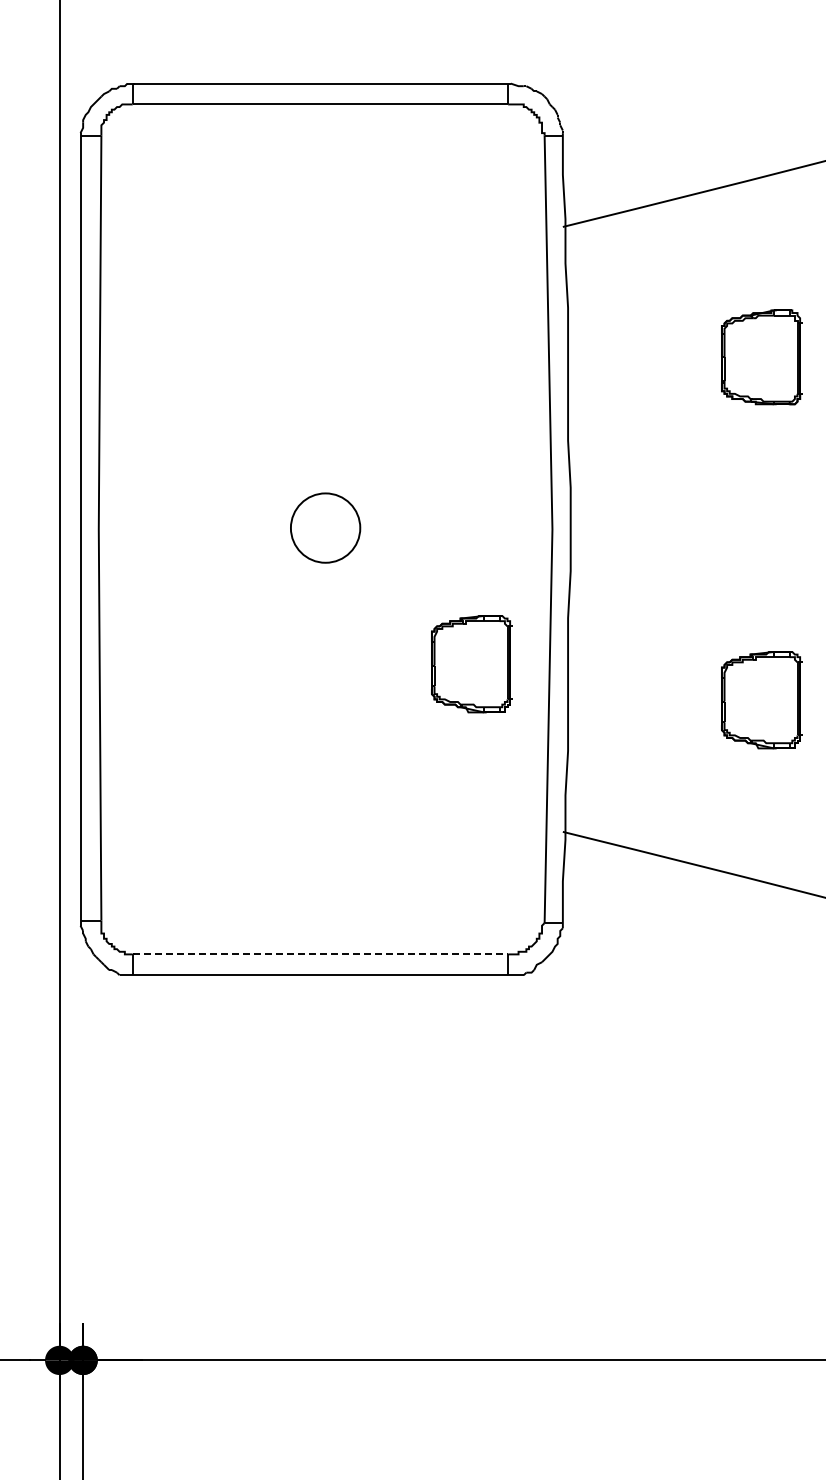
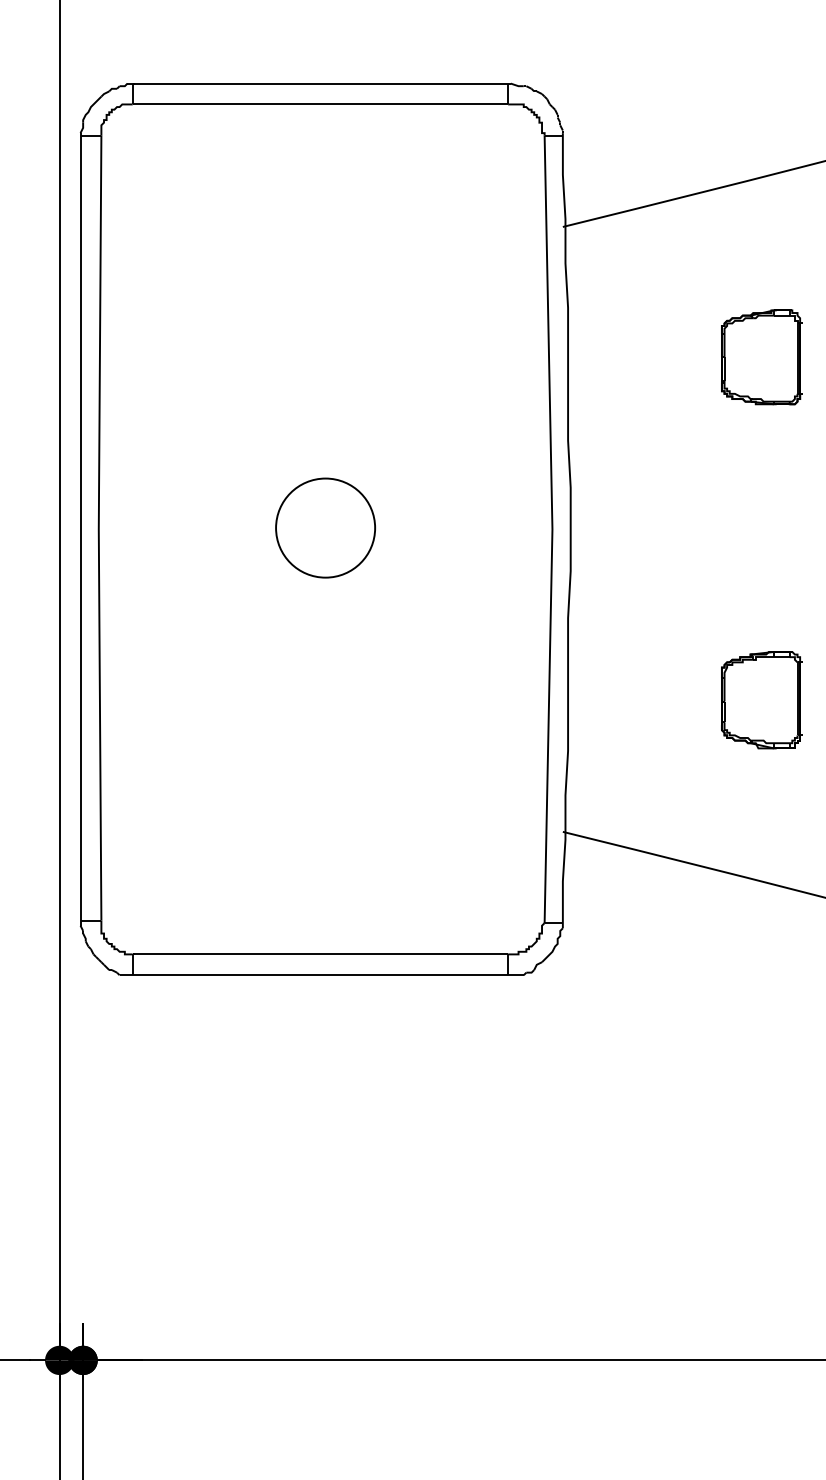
circle at (325, 527) diameter: 69 px -> 99 px
part at (471, 664): present -> none
line at (320, 954): dashed -> solid
